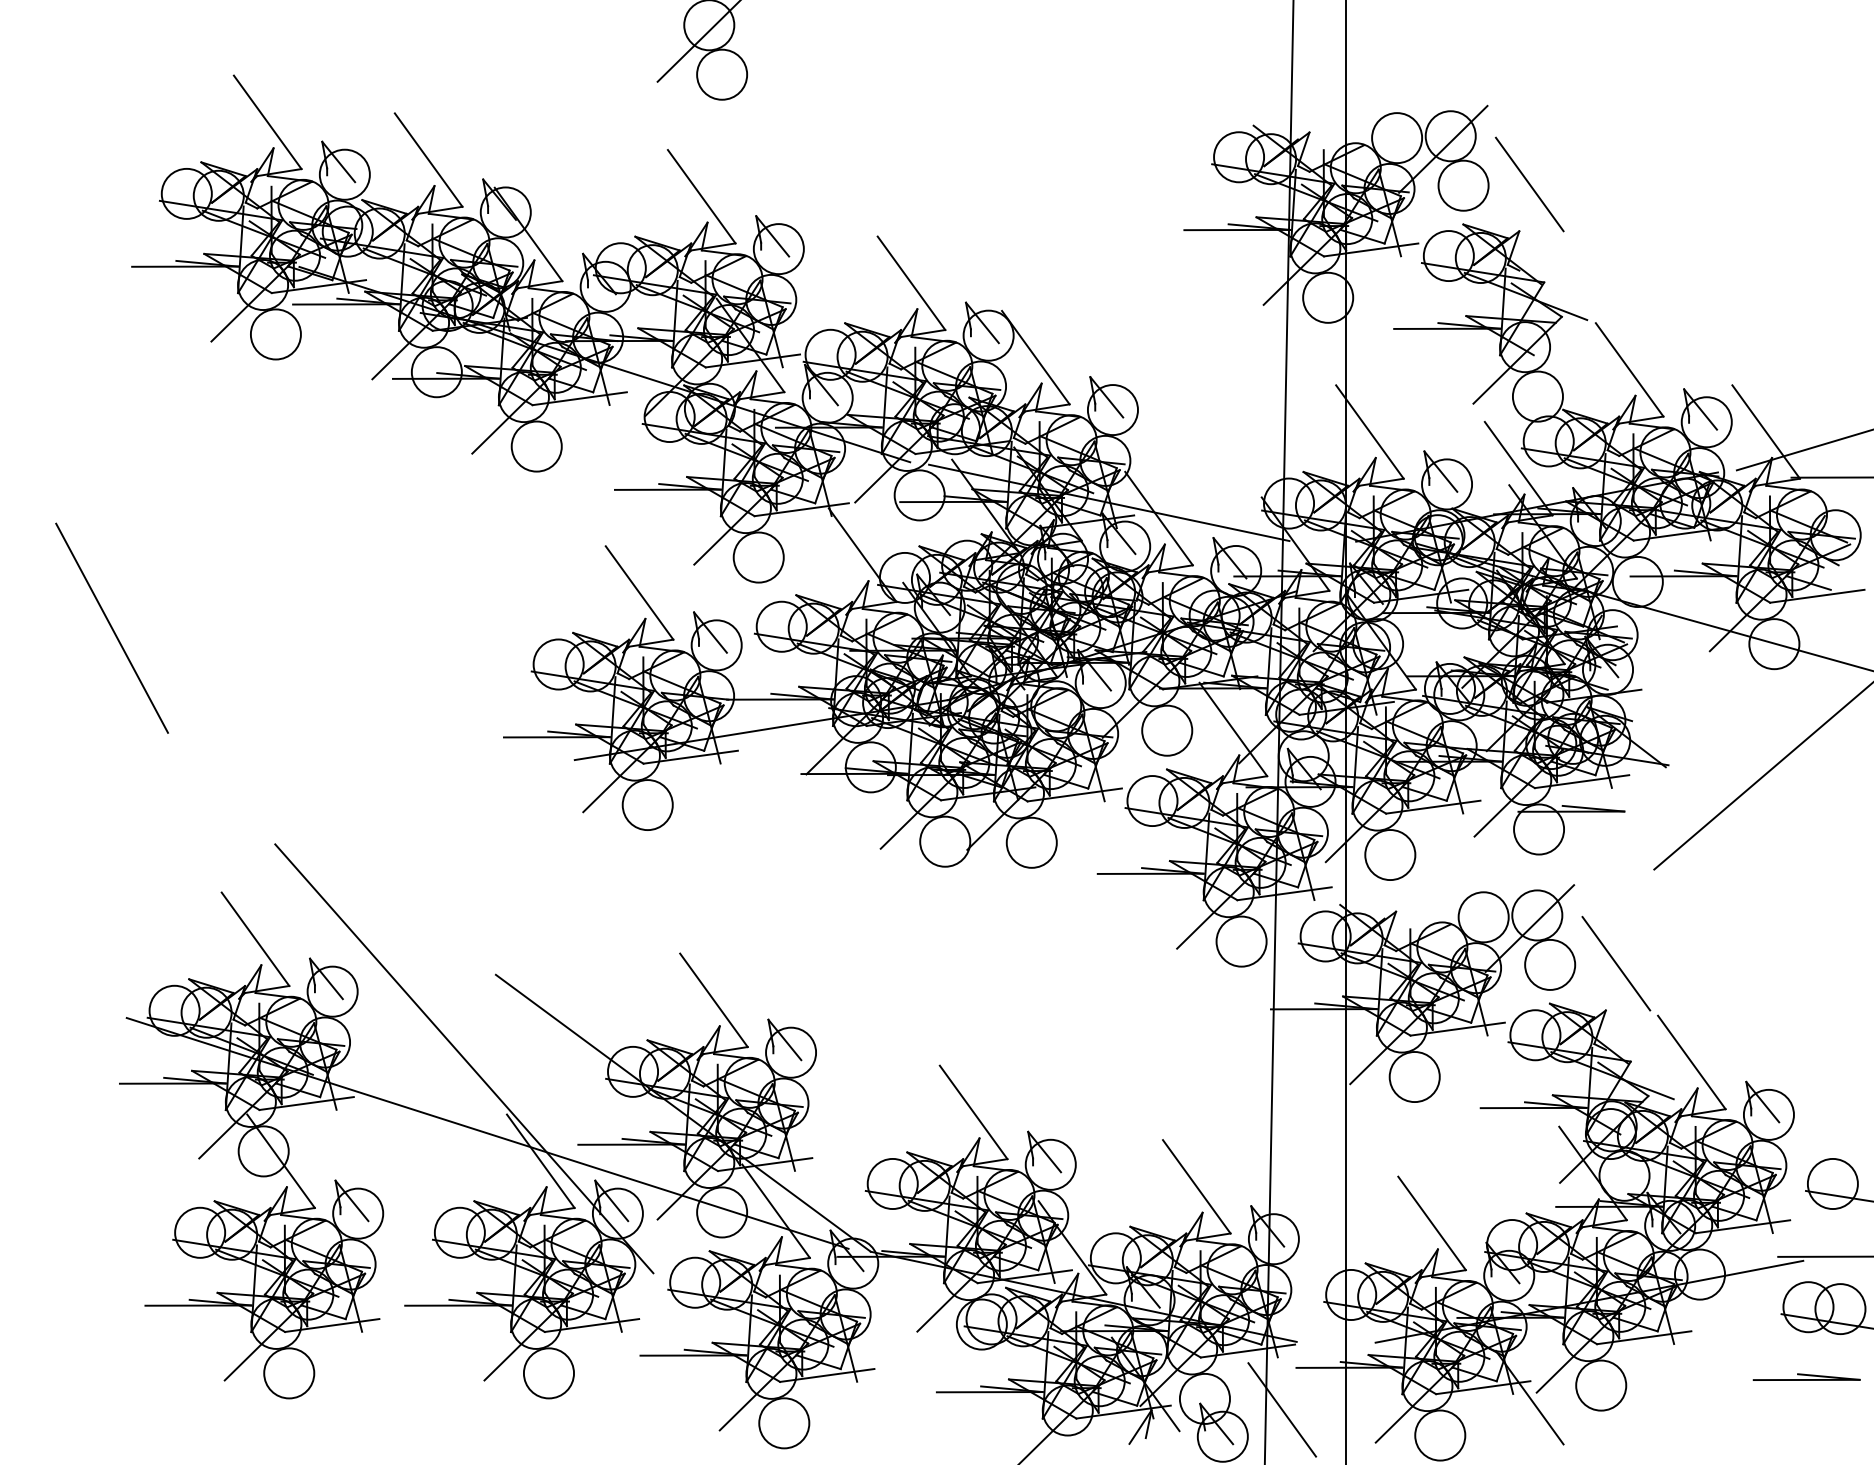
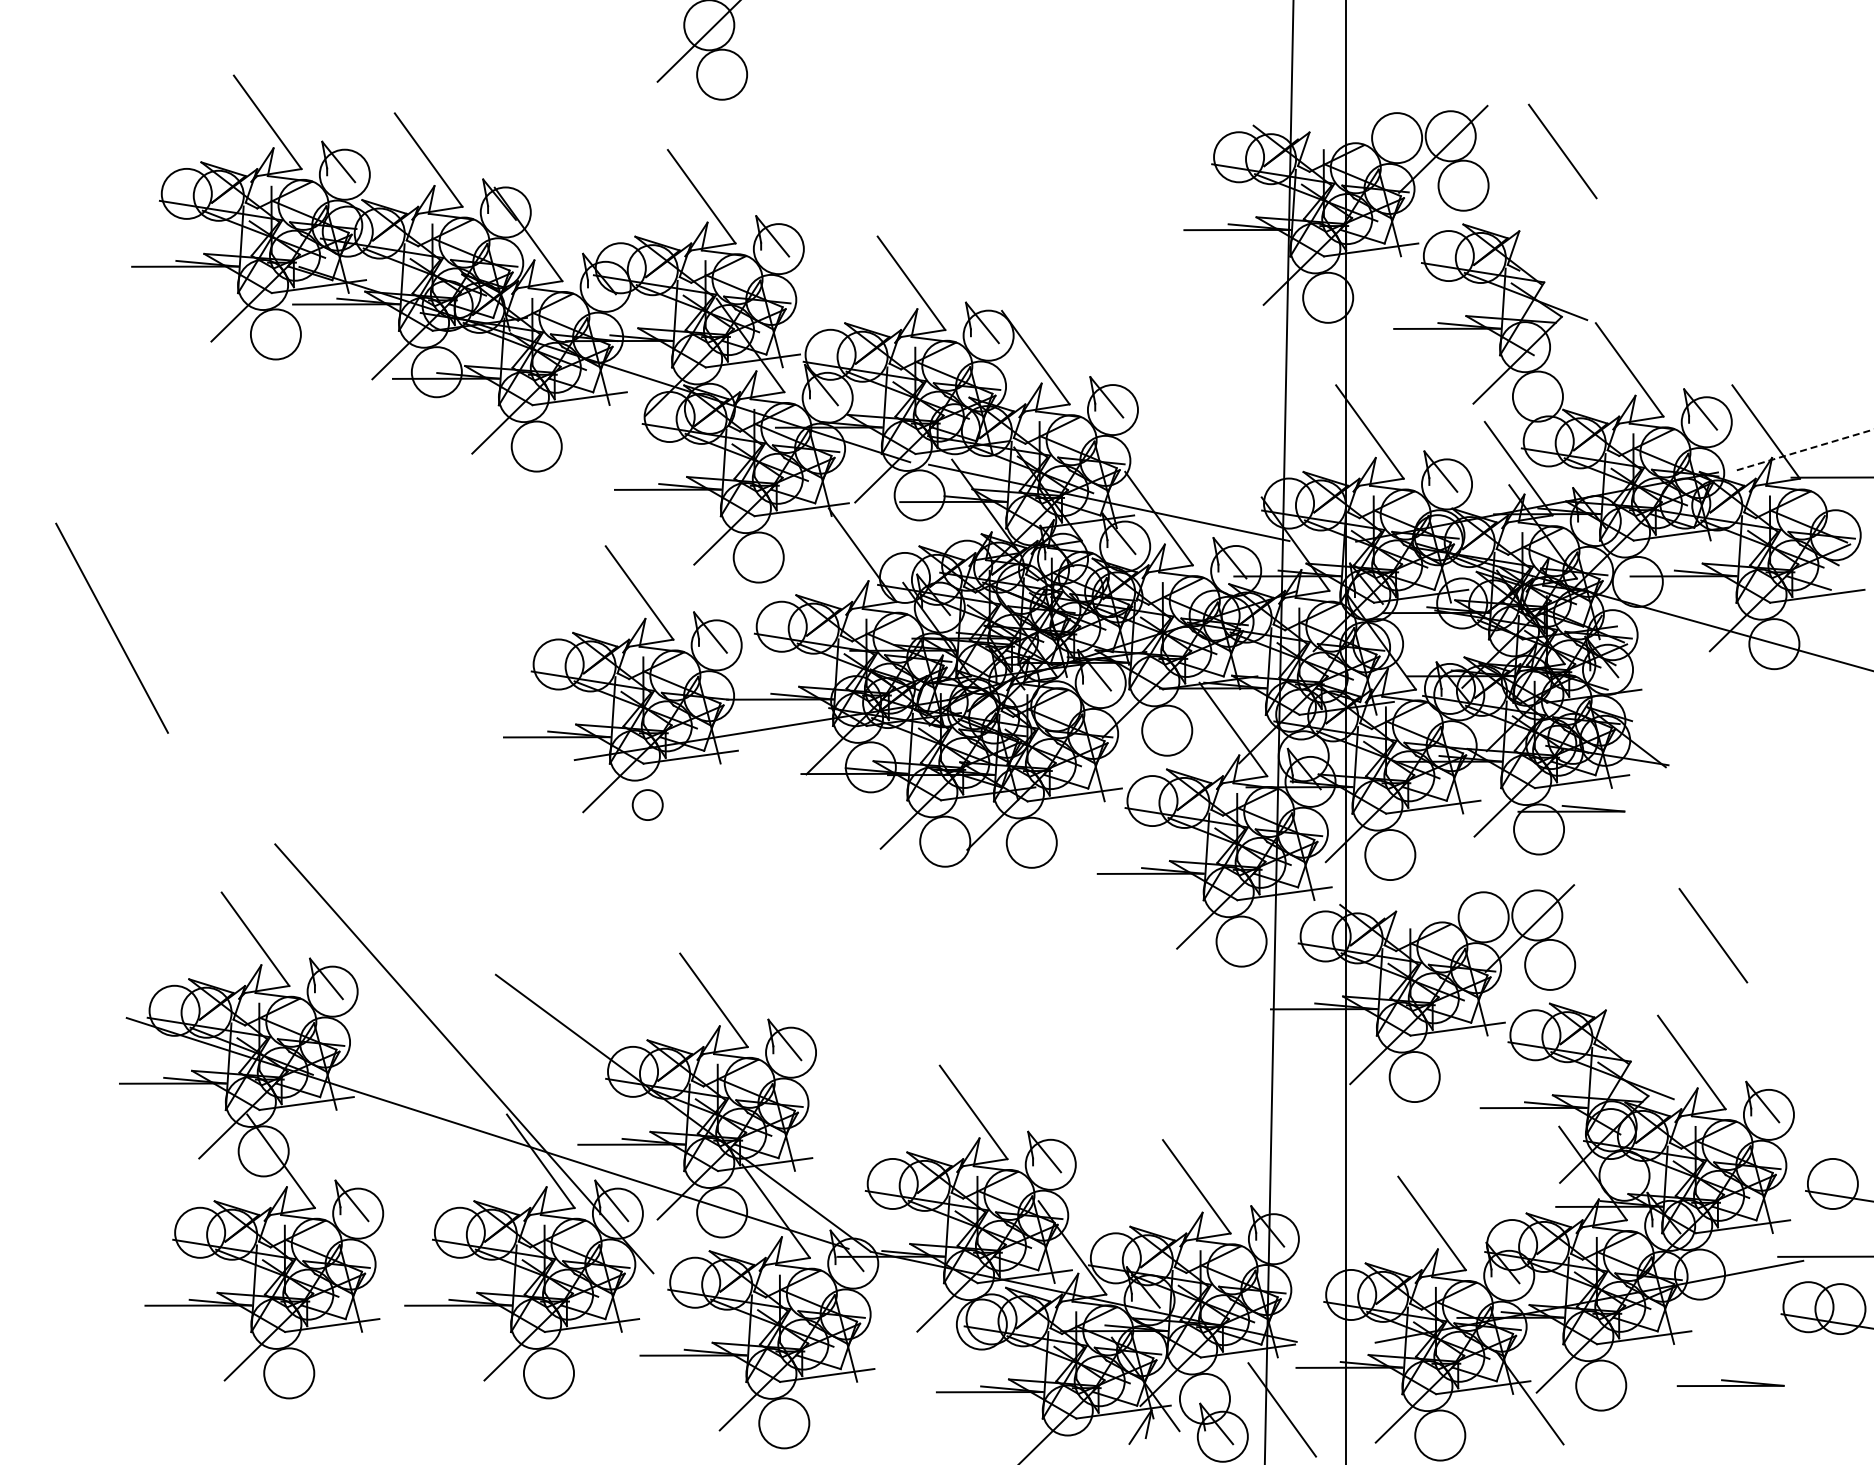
line at (1529, 184) position: (1529, 184) -> (1562, 151)
line at (1805, 449): solid -> dashed
line at (1762, 776): present -> none
circle at (647, 805) diameter: 50 px -> 30 px
line at (1616, 963) position: (1616, 963) -> (1713, 935)
part at (1806, 1376) position: (1806, 1376) -> (1730, 1382)
